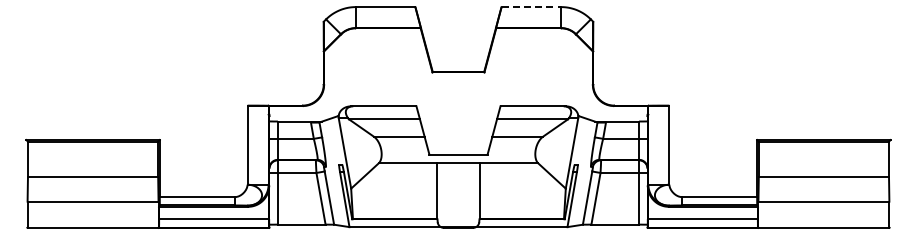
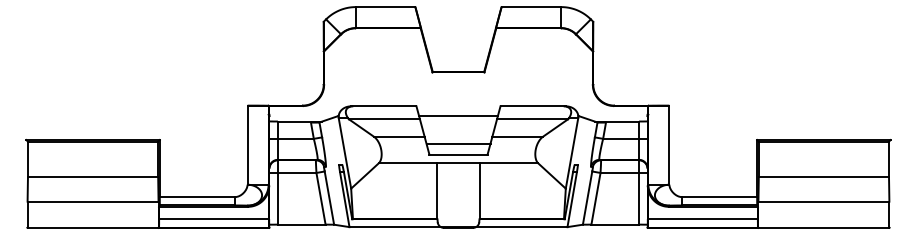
line at (531, 7): dashed -> solid
line at (458, 116): none -> present
line at (458, 143): none -> present
